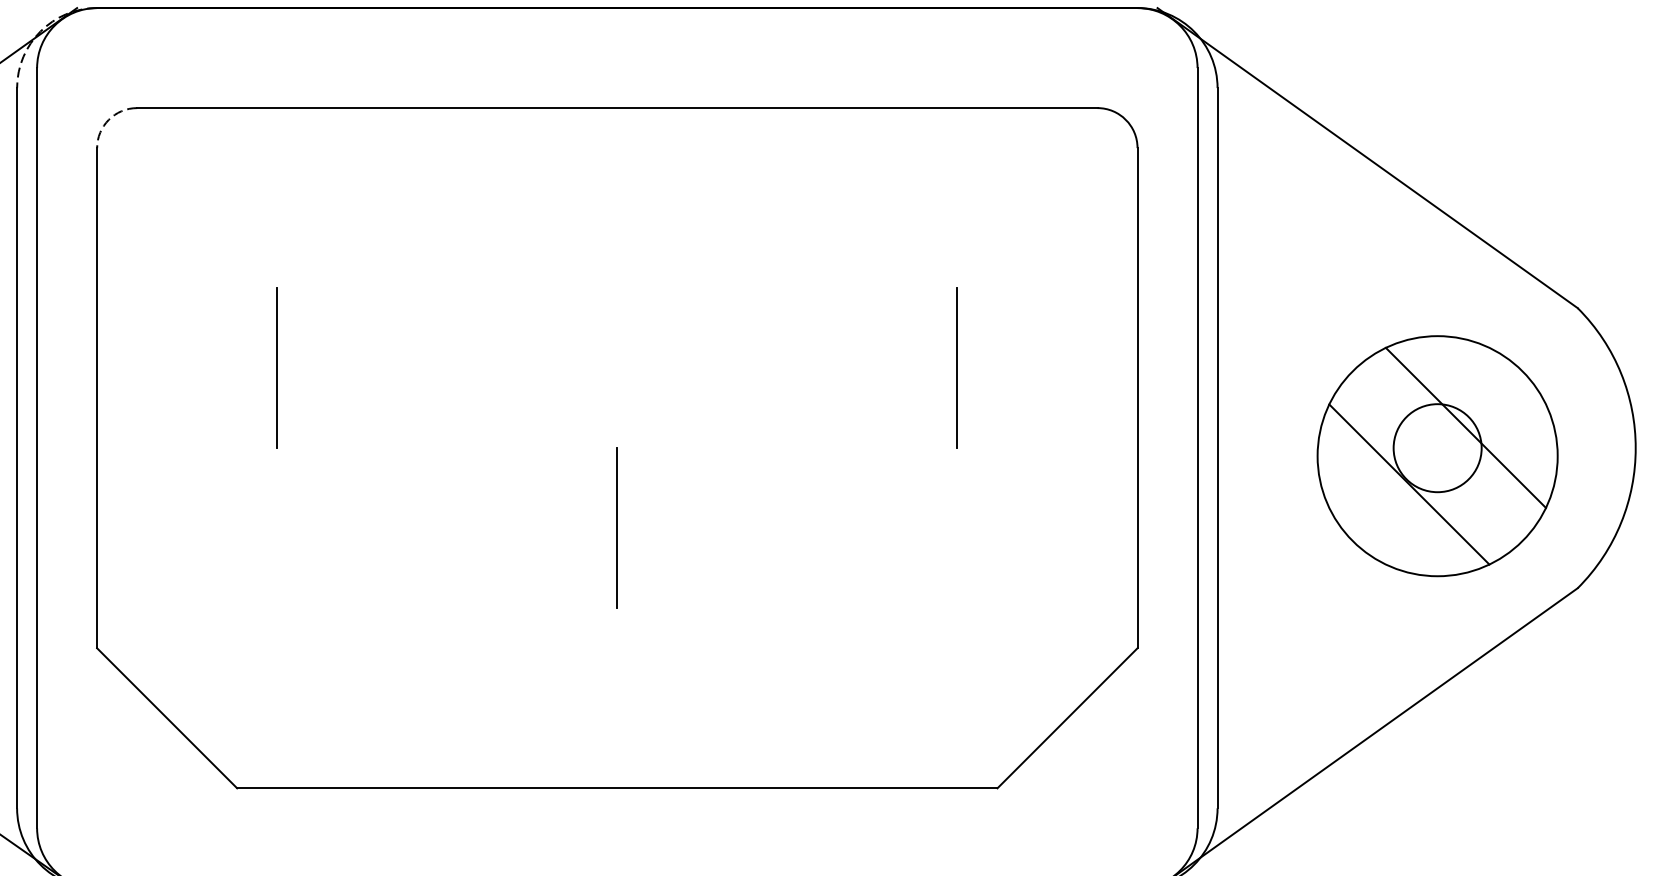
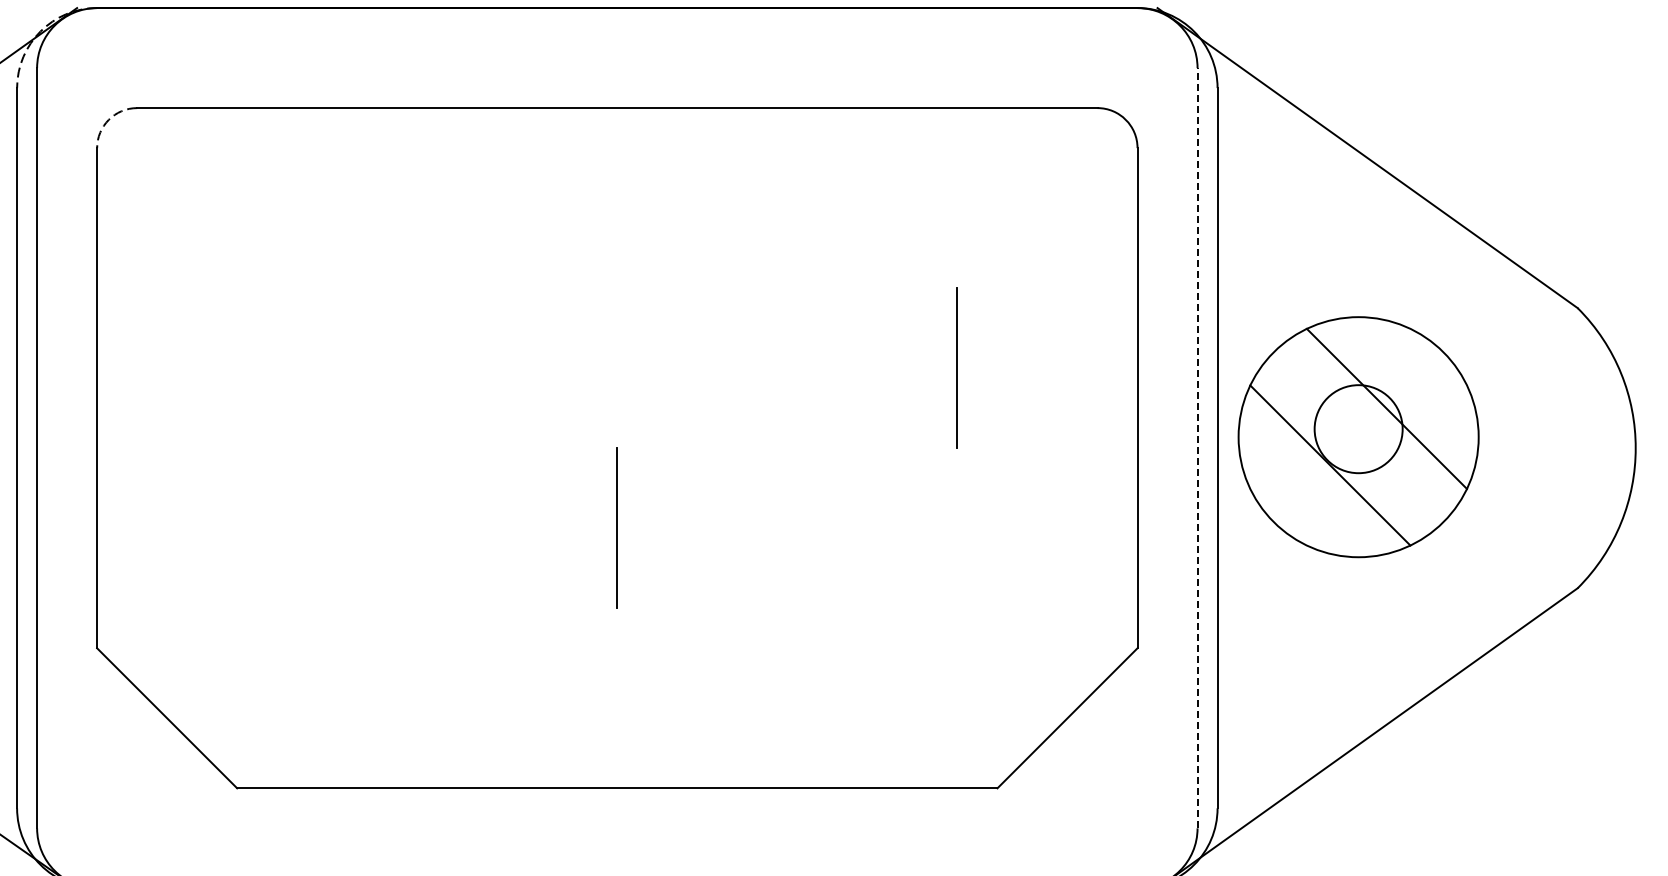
line at (277, 368): present -> none
line at (1197, 447): solid -> dashed
part at (1437, 456) position: (1437, 456) -> (1358, 437)
